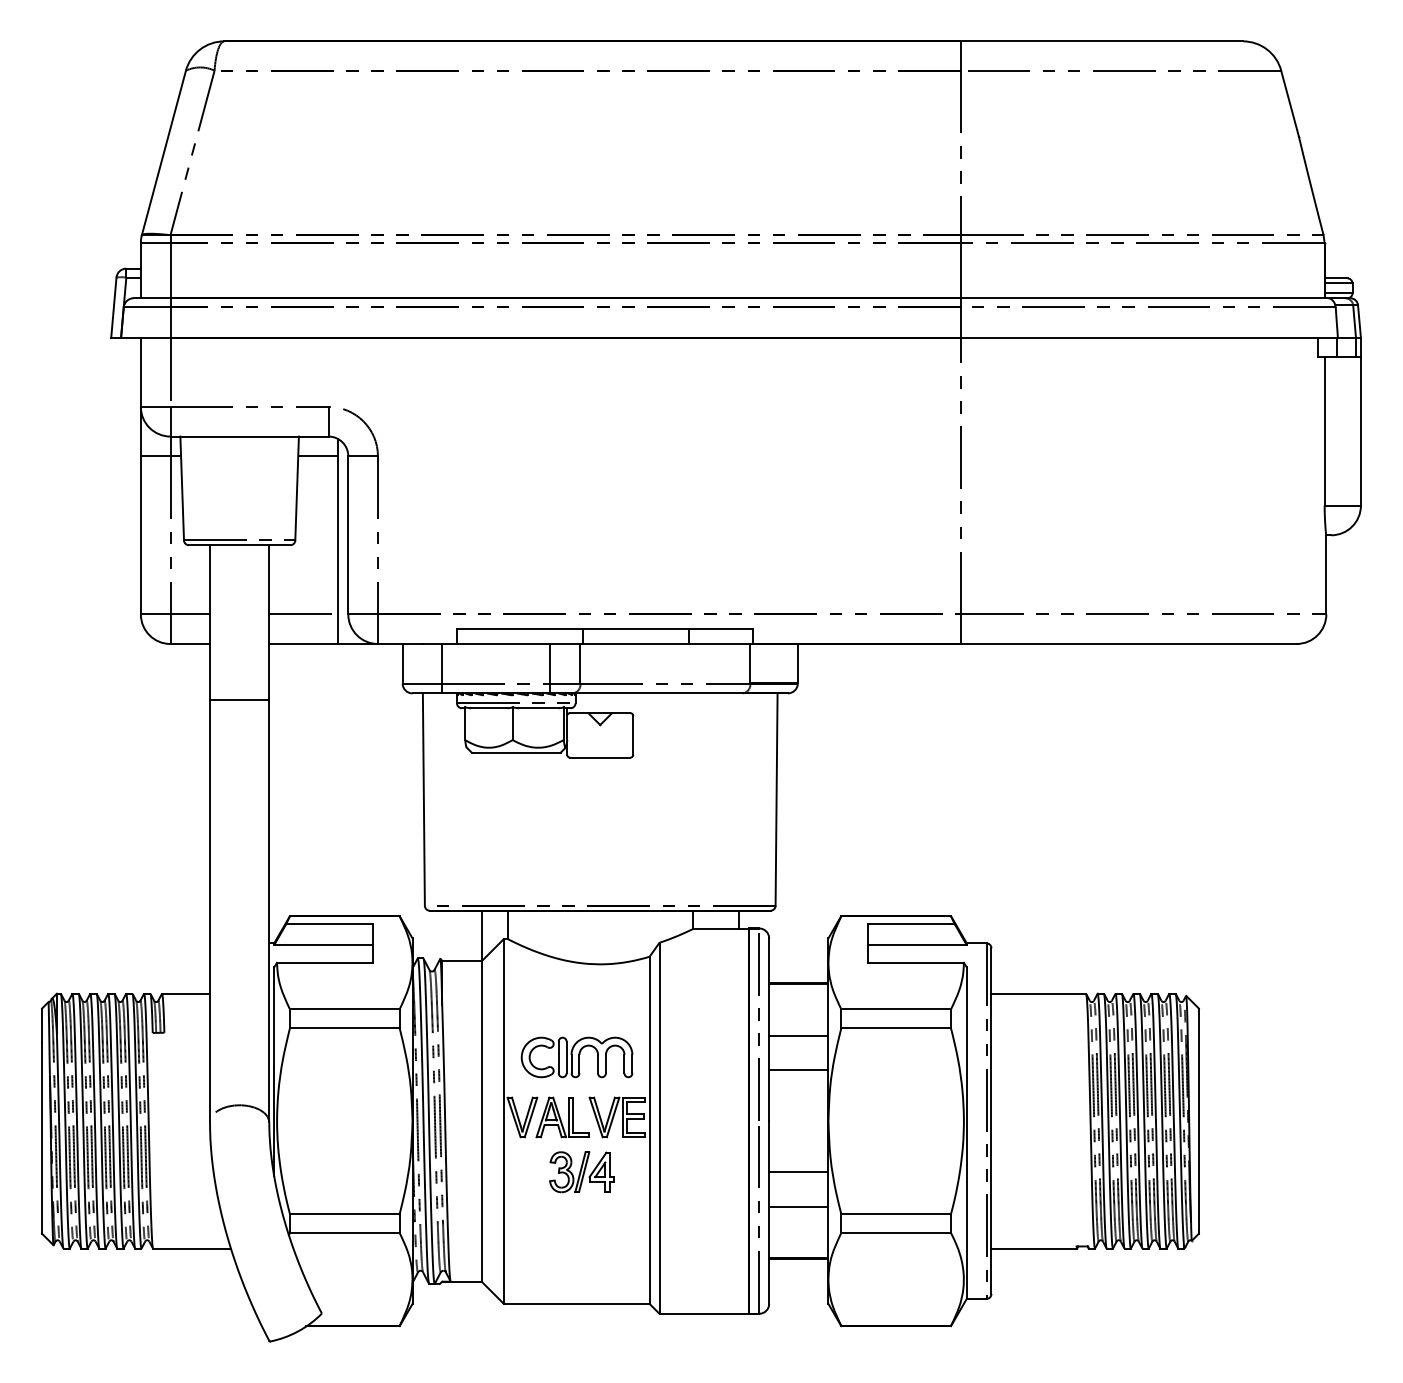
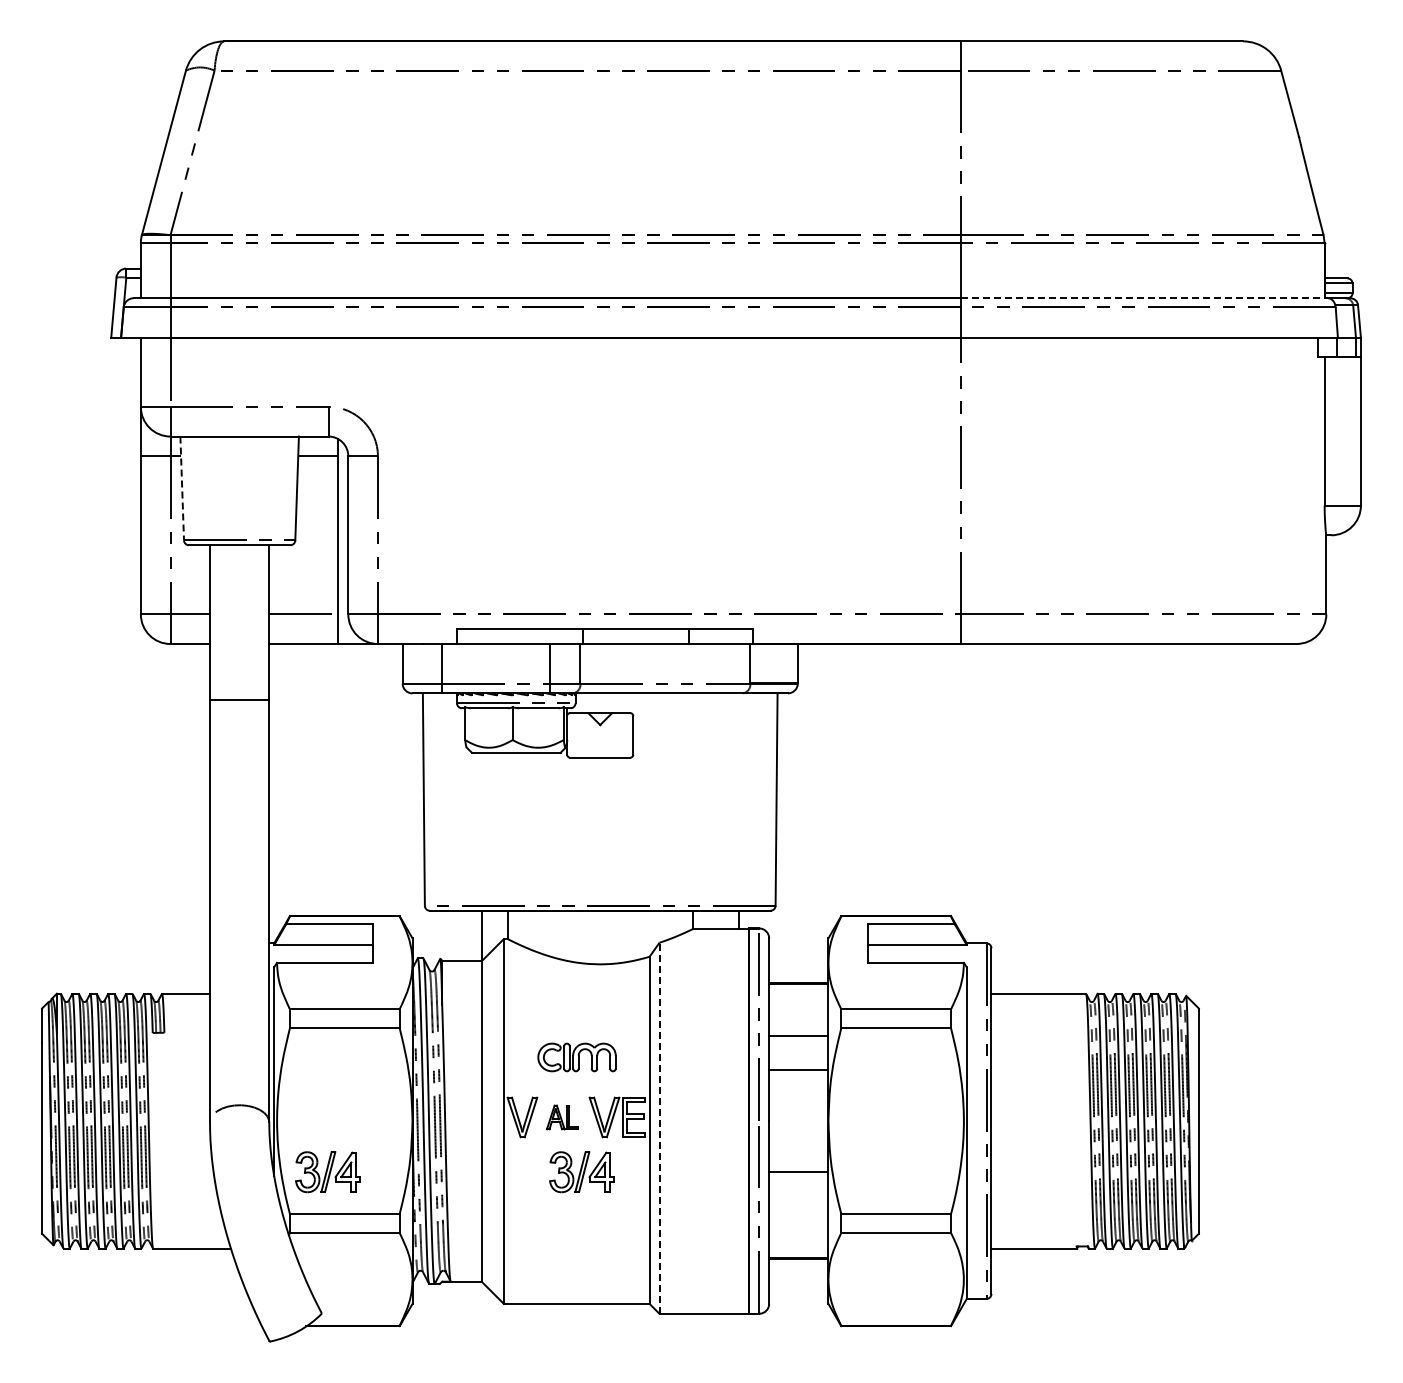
line at (1144, 298): solid -> dashed
line at (182, 488): solid -> dashed
part at (576, 1057) size: 114x43 px -> 80x31 px
part at (562, 1117) size: 55x43 px -> 33x27 px
line at (659, 1128): solid -> dashed
part at (327, 1172): none -> present
line at (798, 1206): present -> none
